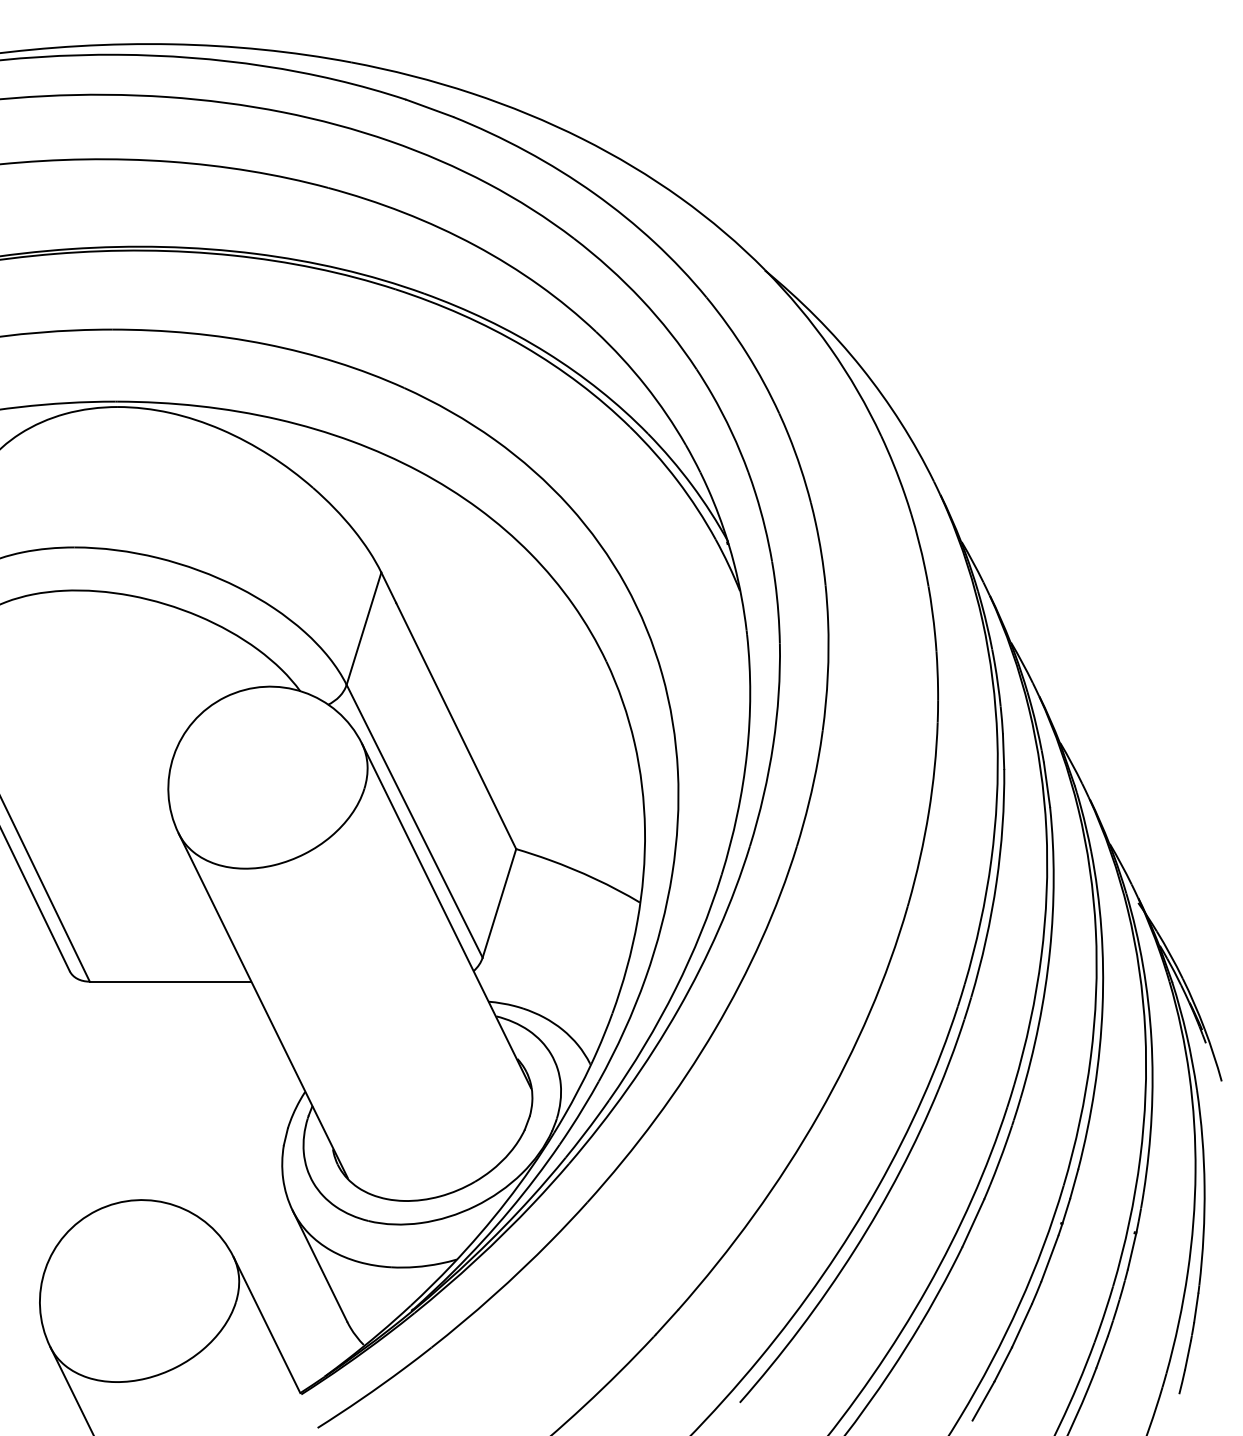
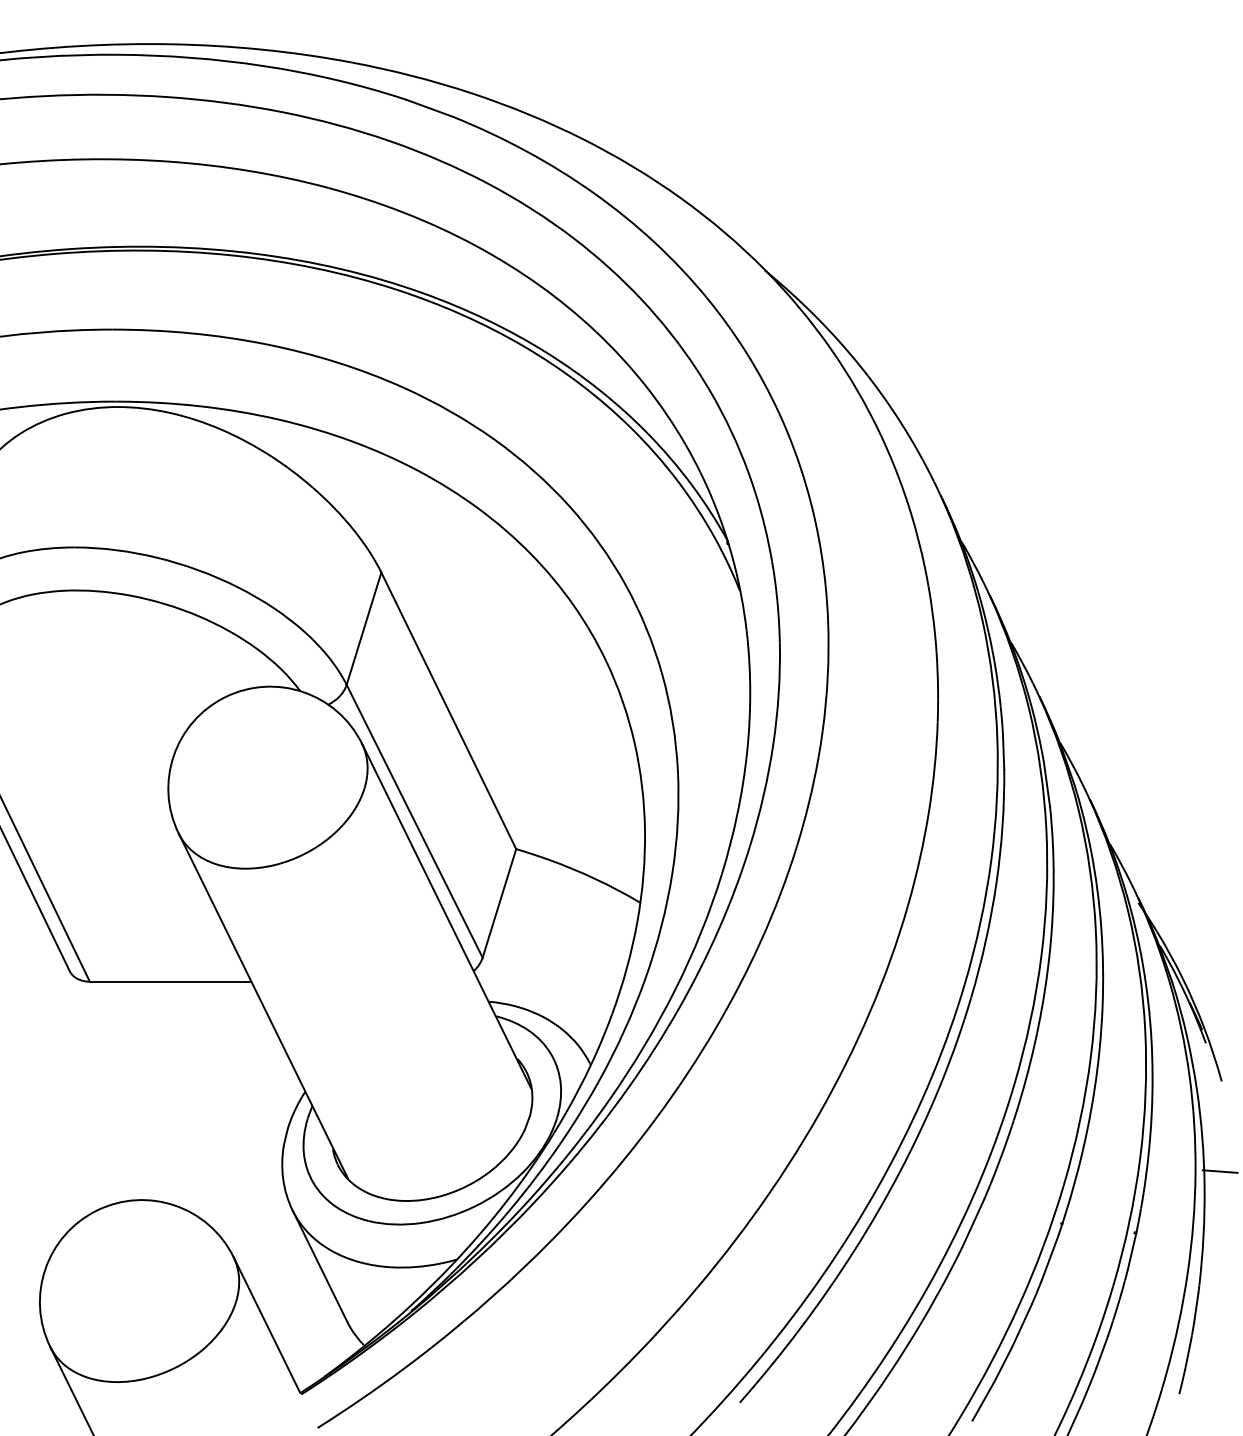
line at (1219, 1171): none -> present
